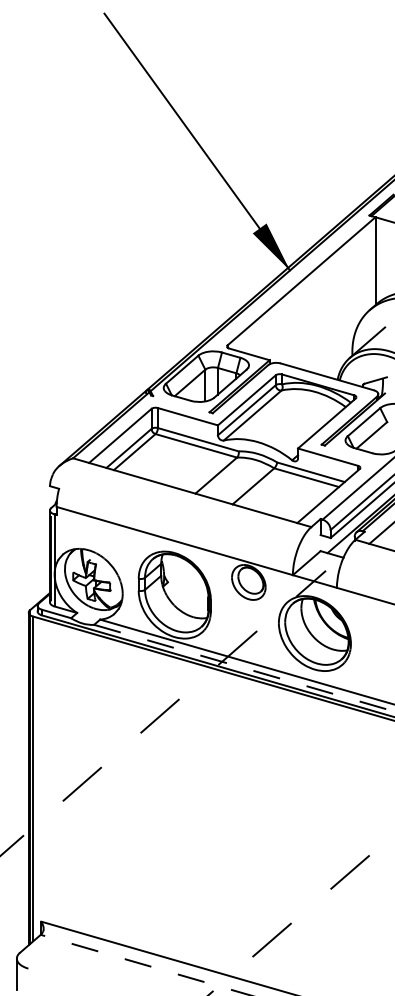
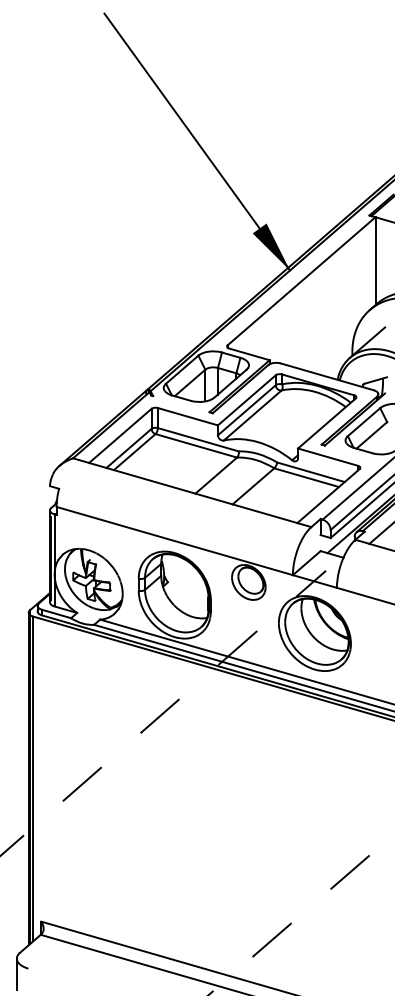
line at (244, 668): dashed -> solid
line at (146, 965): dashed -> solid
